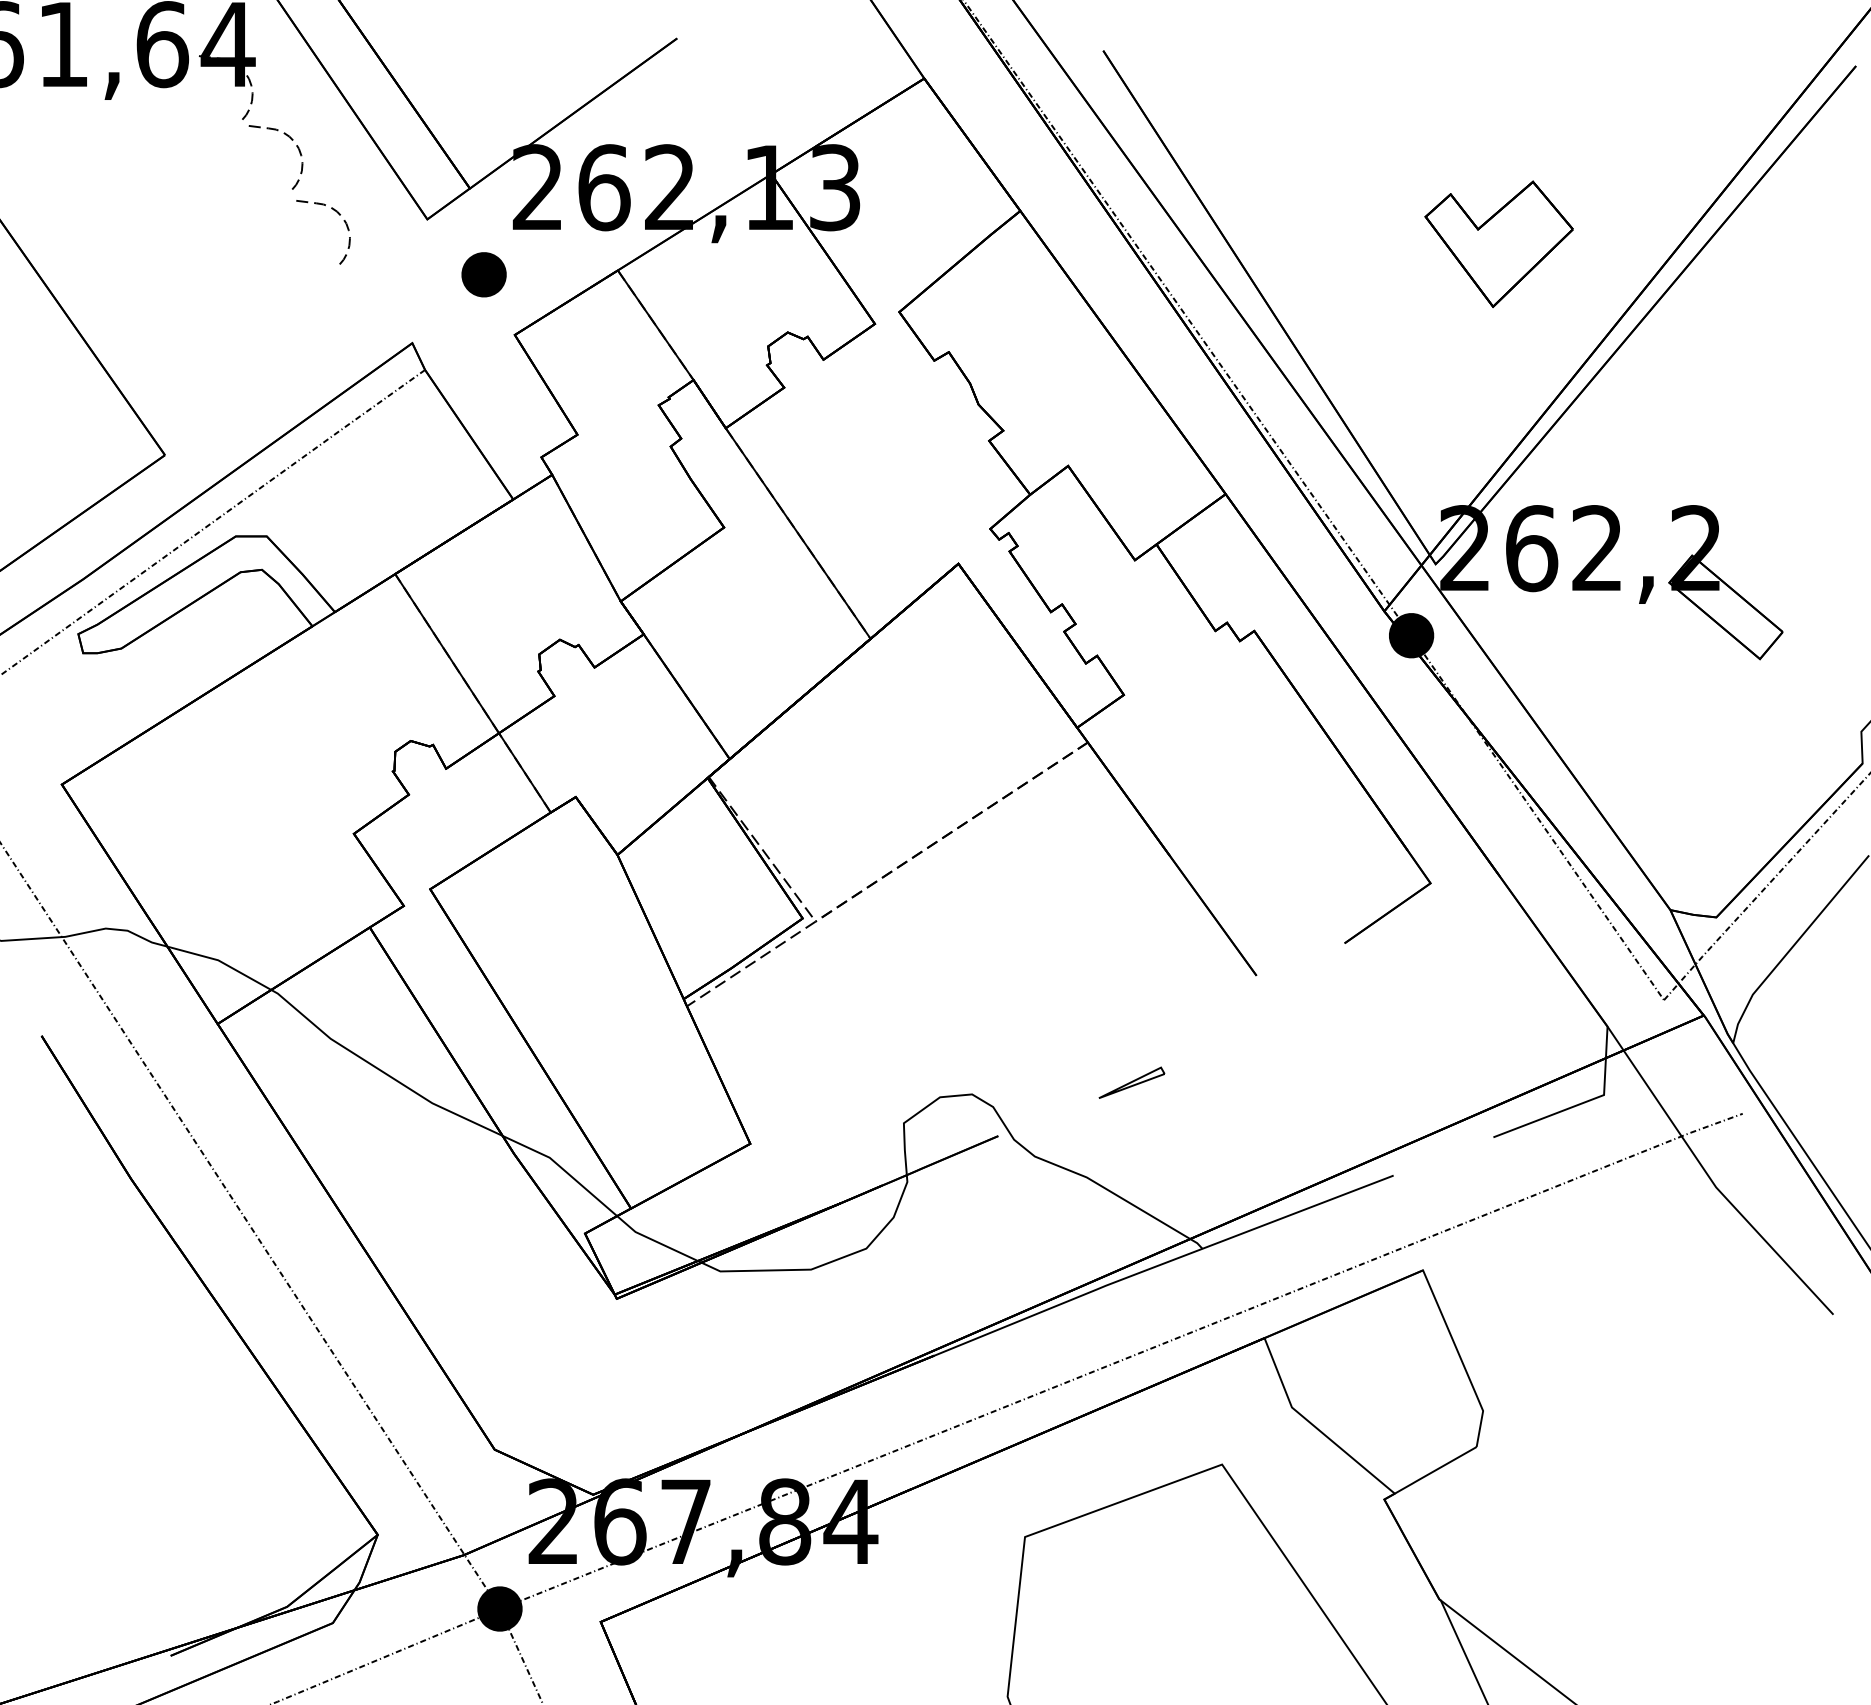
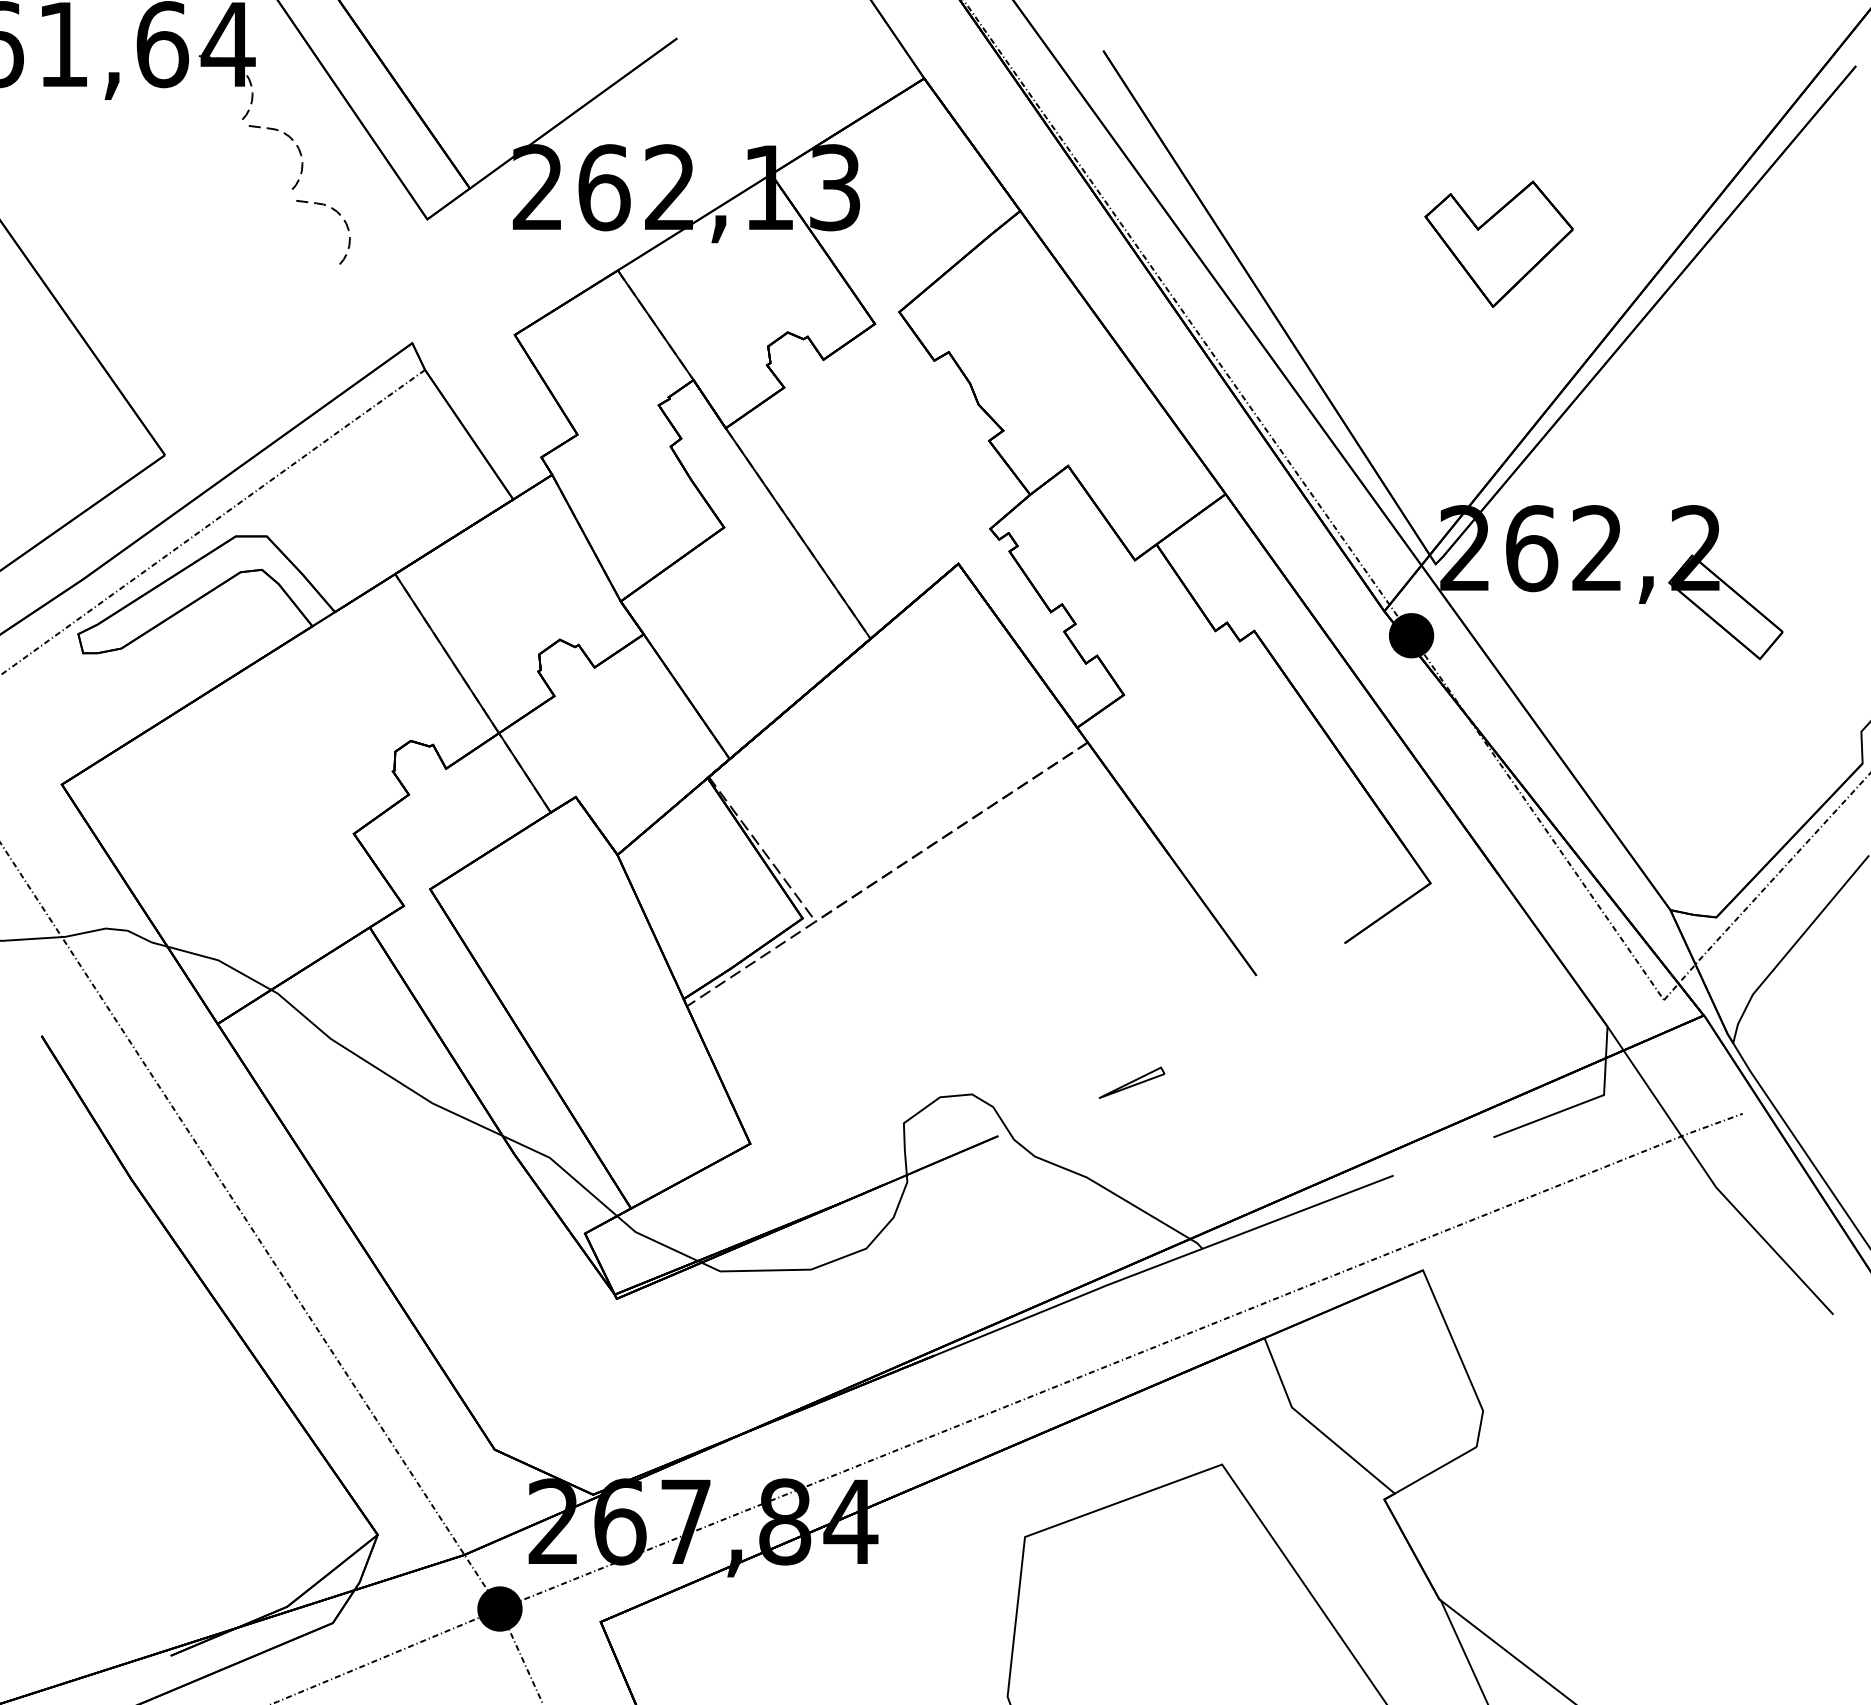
part at (483, 274): present -> none
